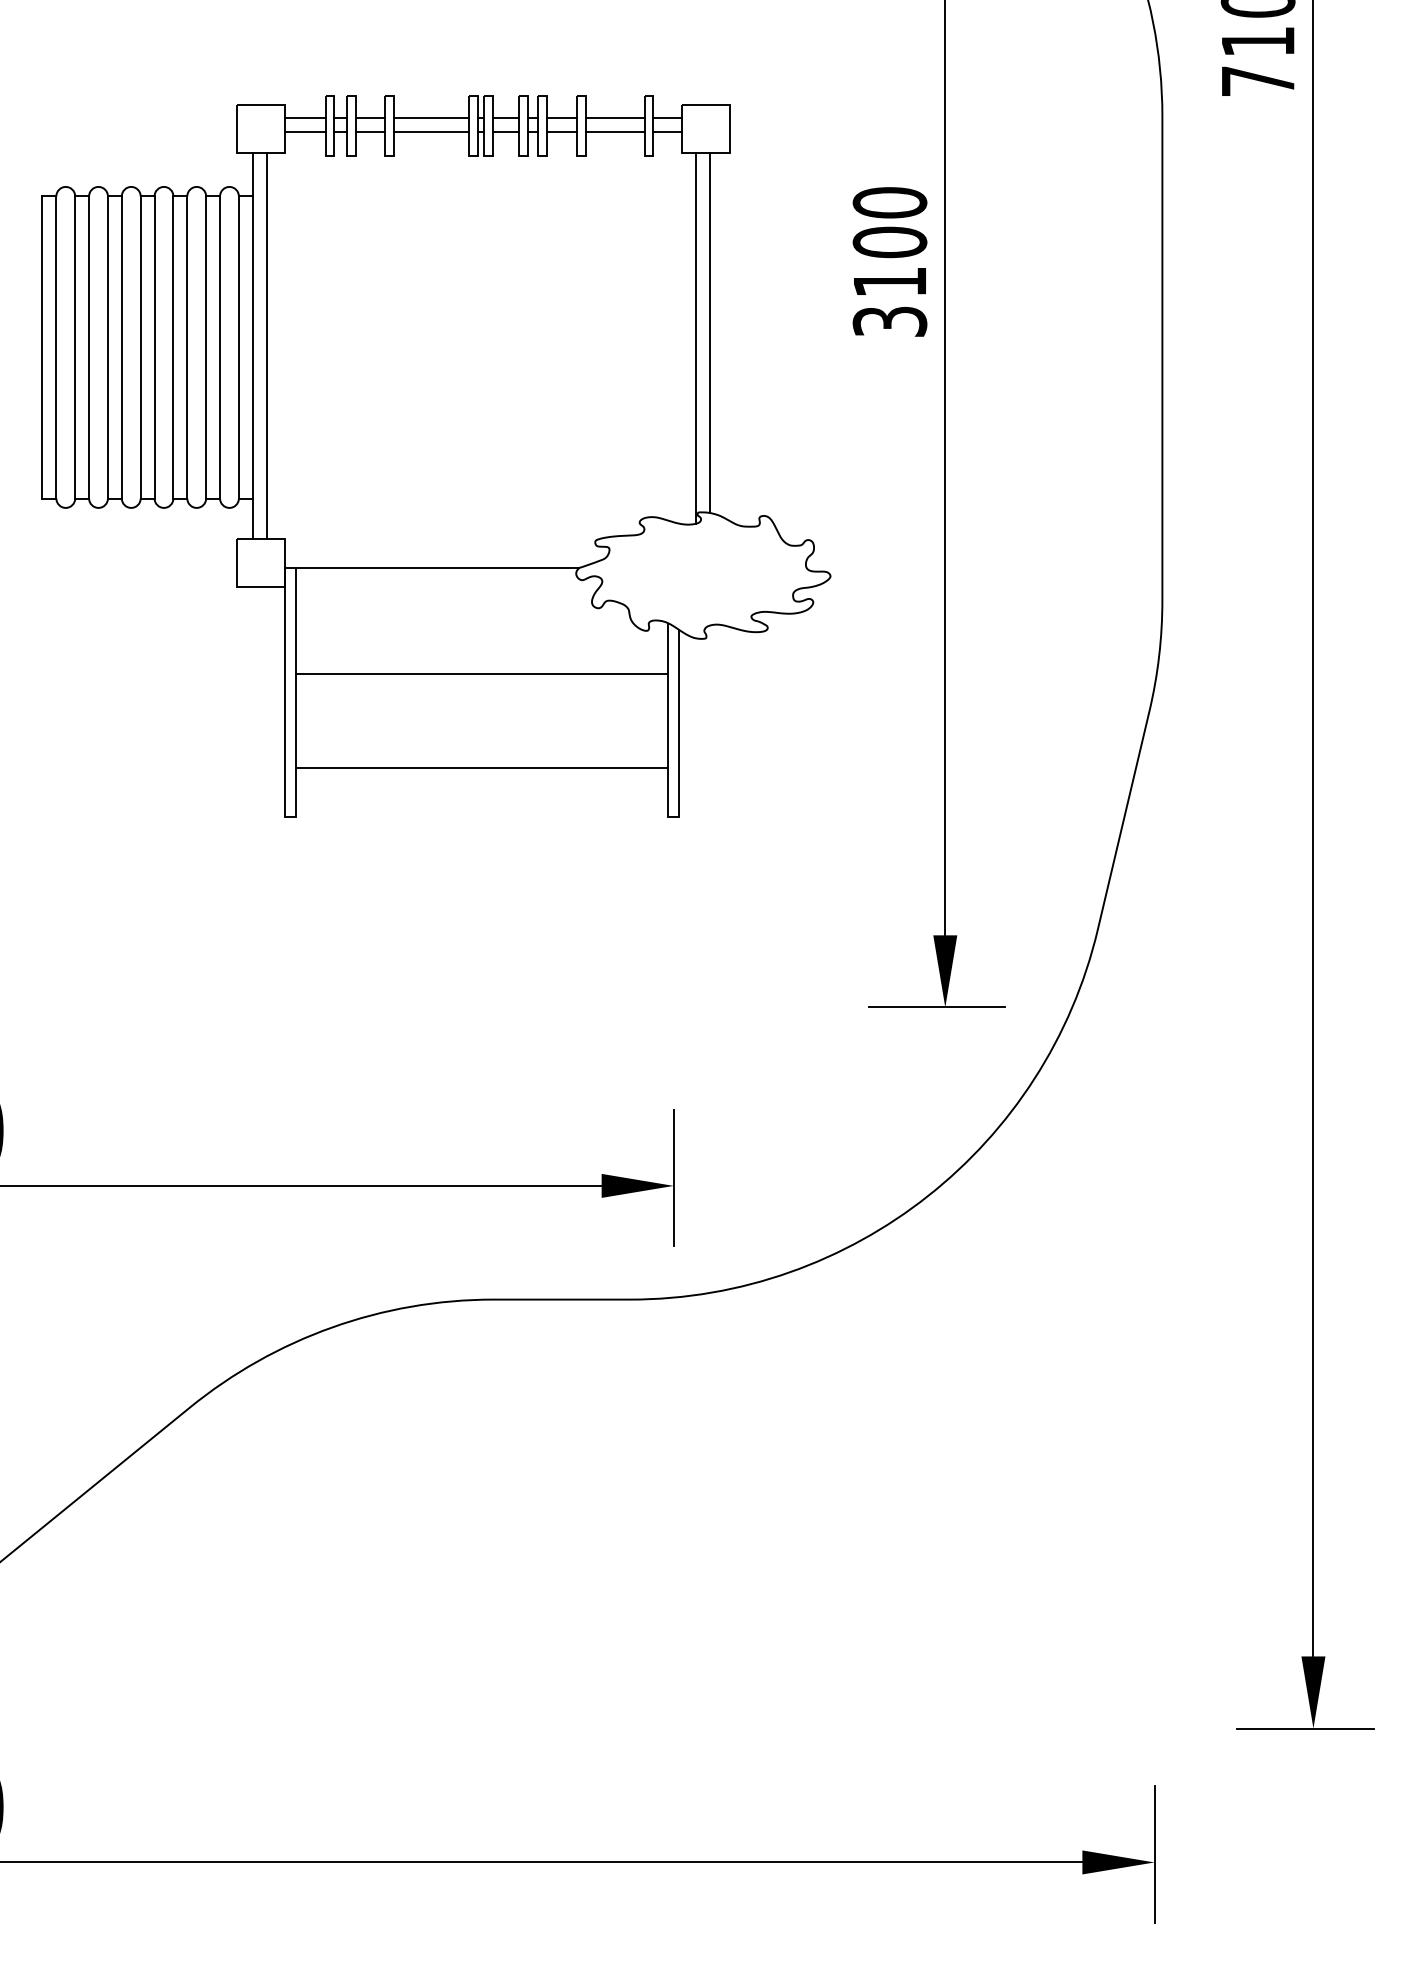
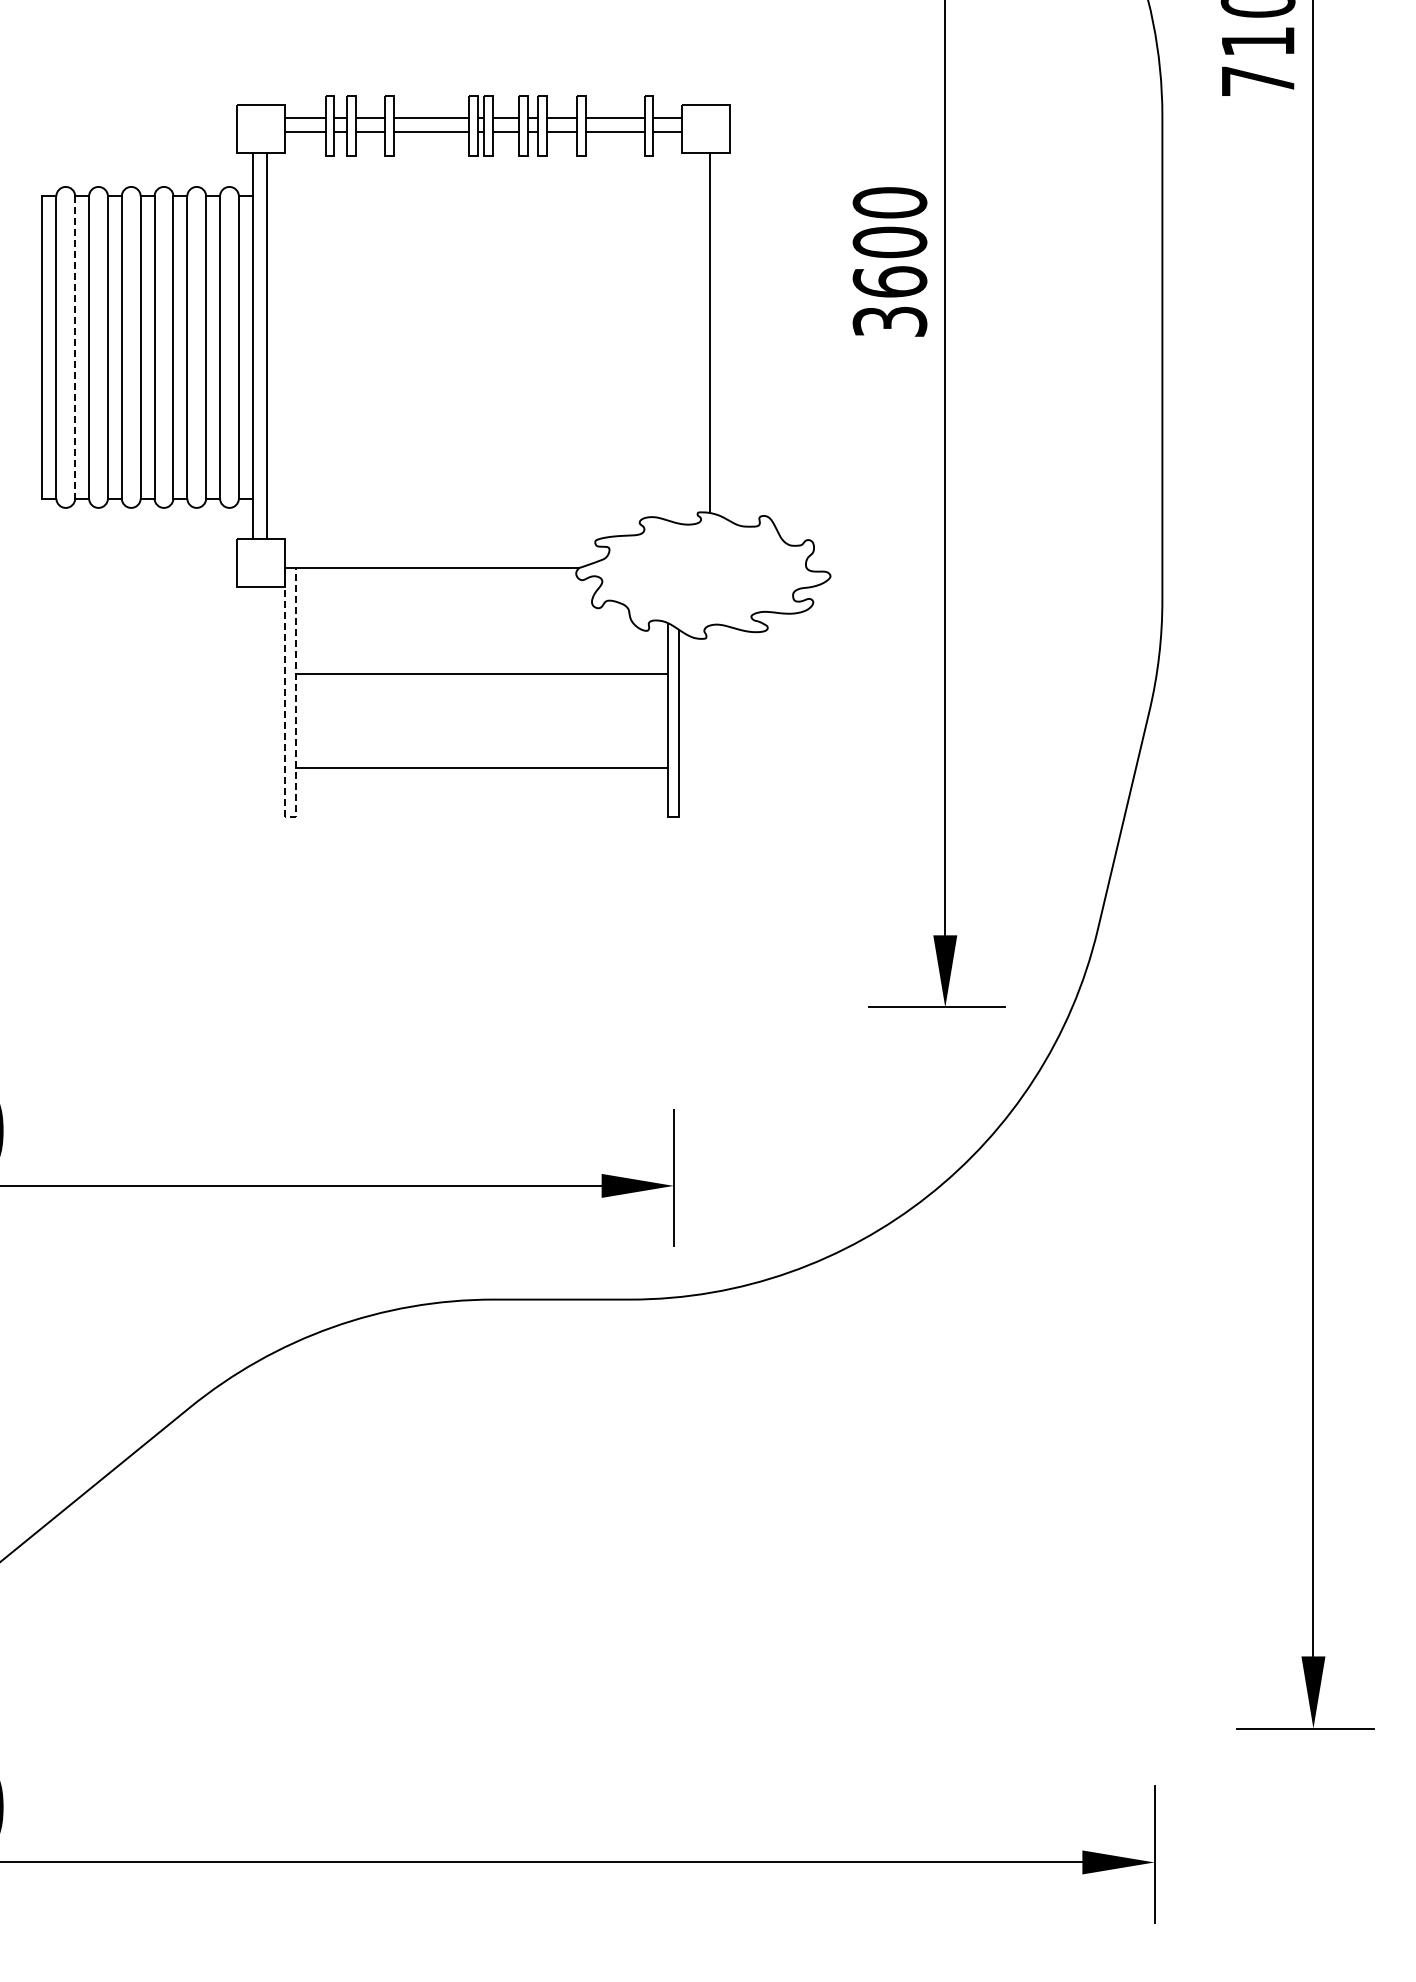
text at (889, 281): 3100 -> 3600
line at (695, 337): present -> none
line at (75, 347): solid -> dashed
line at (290, 816): solid -> dashed
